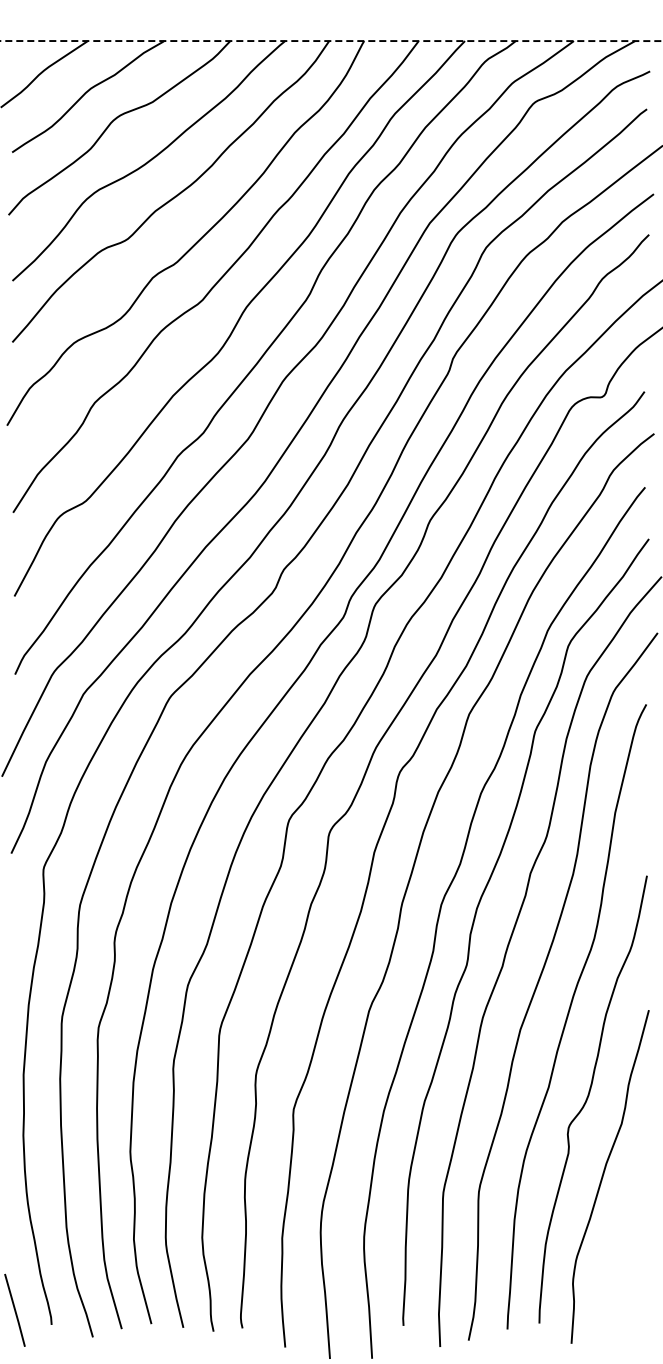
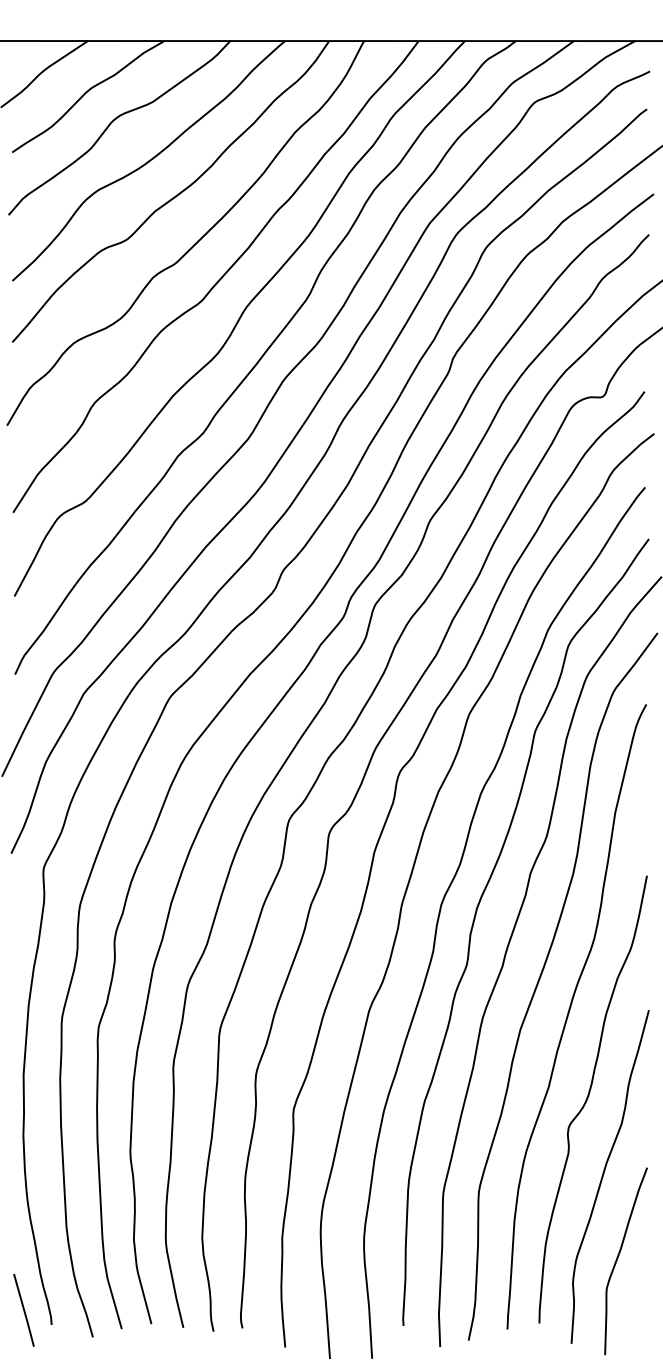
line at (332, 41): dashed -> solid
curve at (618, 1258): none -> present
line at (14, 1309) position: (14, 1309) -> (23, 1309)
